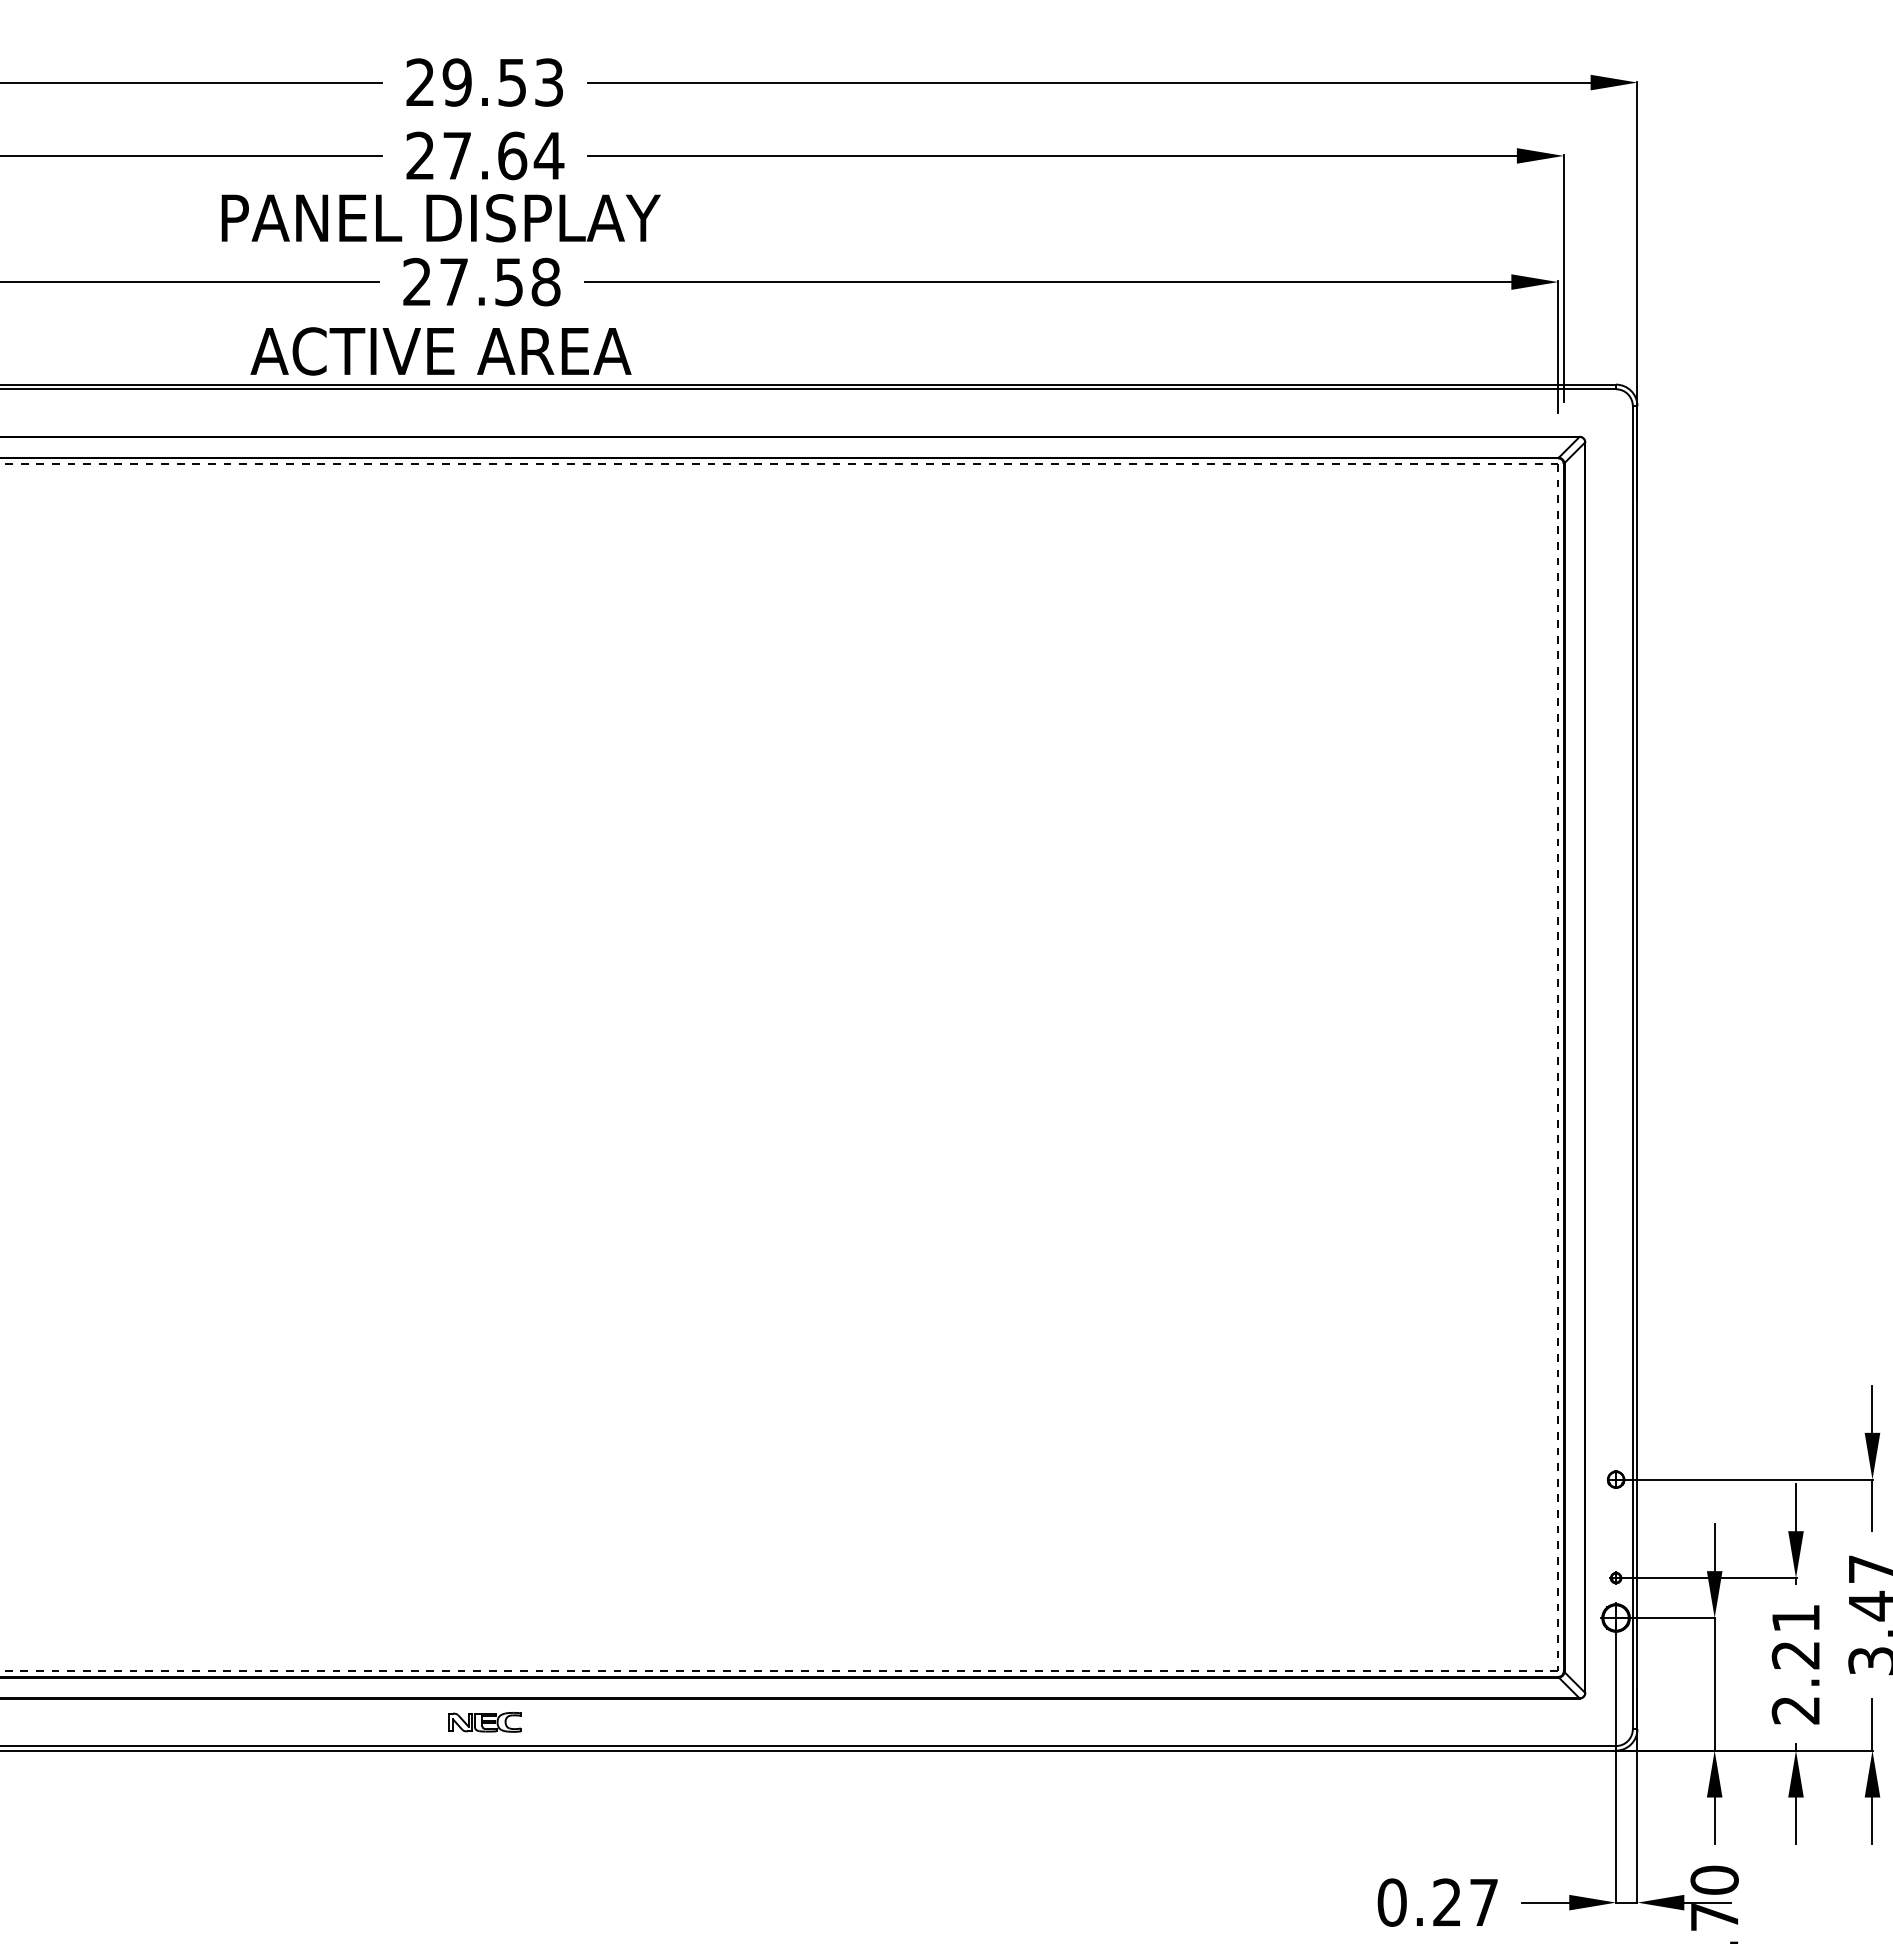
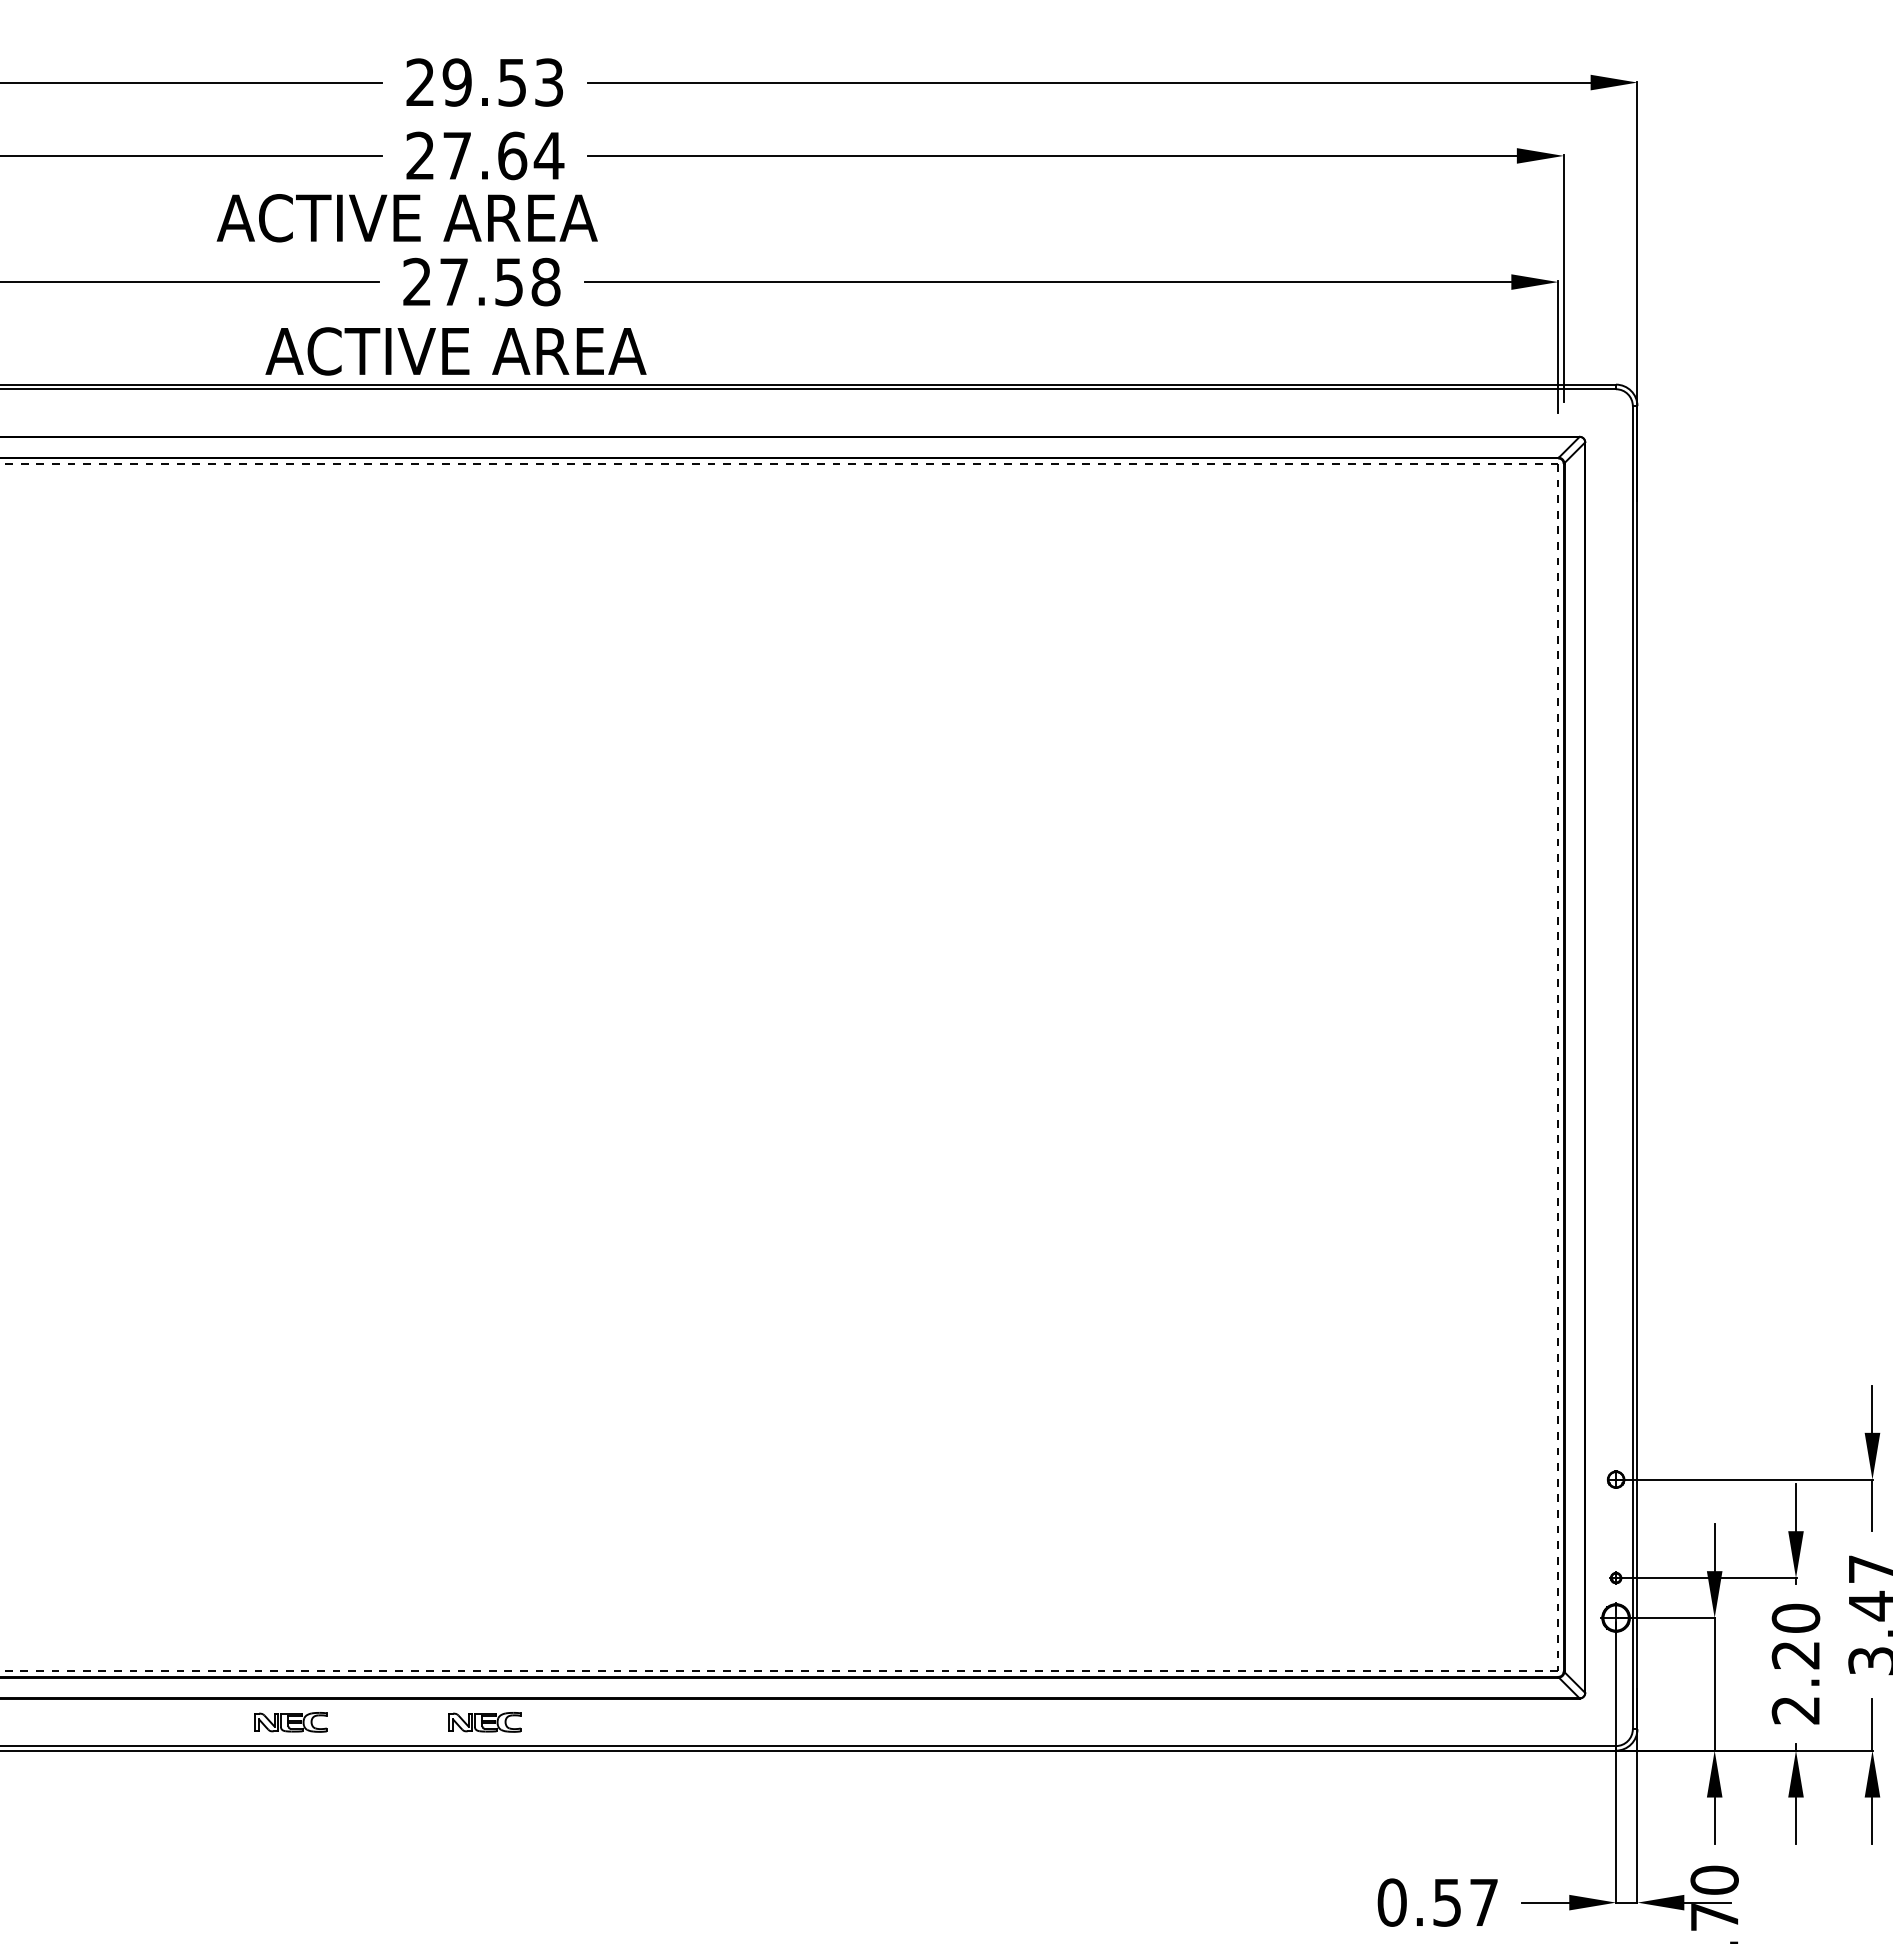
text at (438, 218): PANEL DISPLAY -> ACTIVE AREA
text at (440, 351) position: (440, 351) -> (455, 351)
text at (1795, 1617): 2.21 -> 2.20
part at (290, 1722): none -> present
text at (1446, 1902): 0.27 -> 0.57
